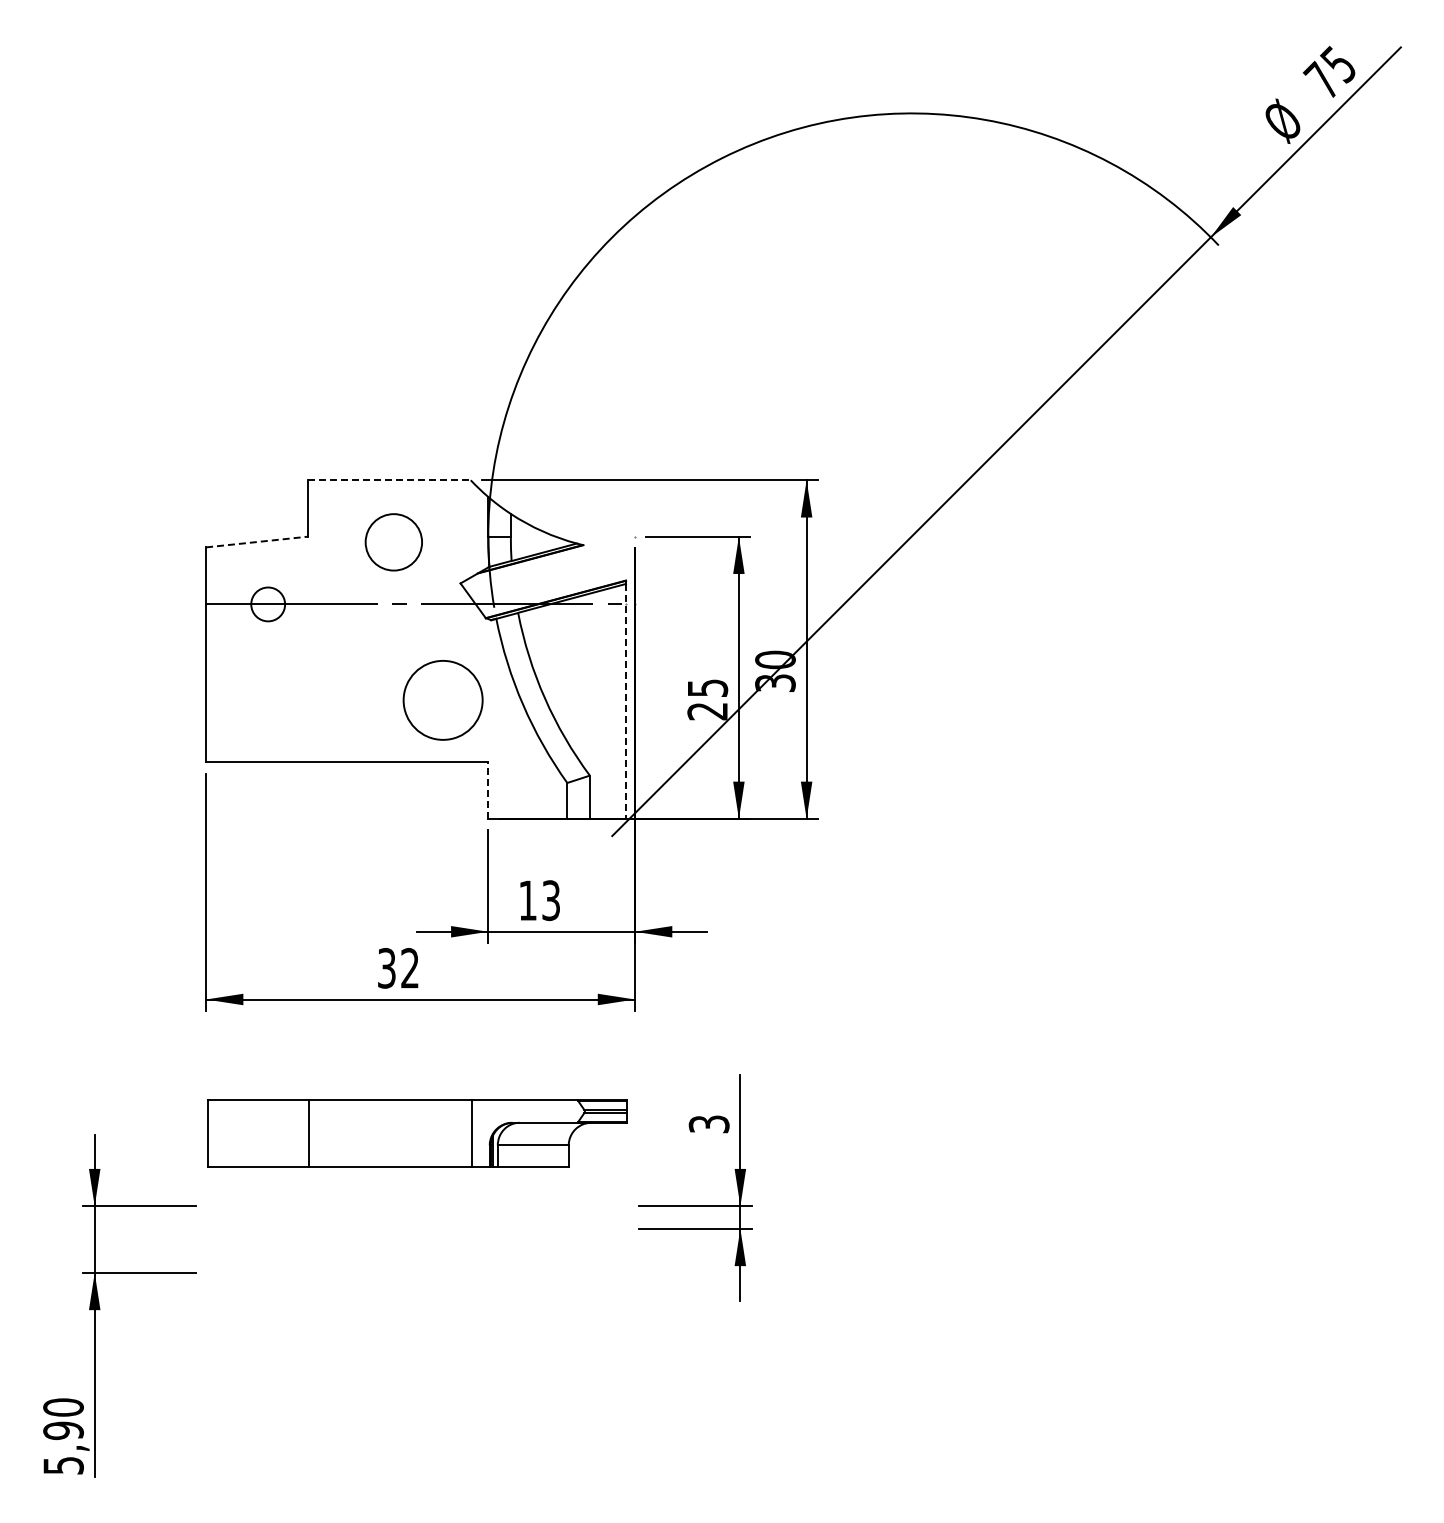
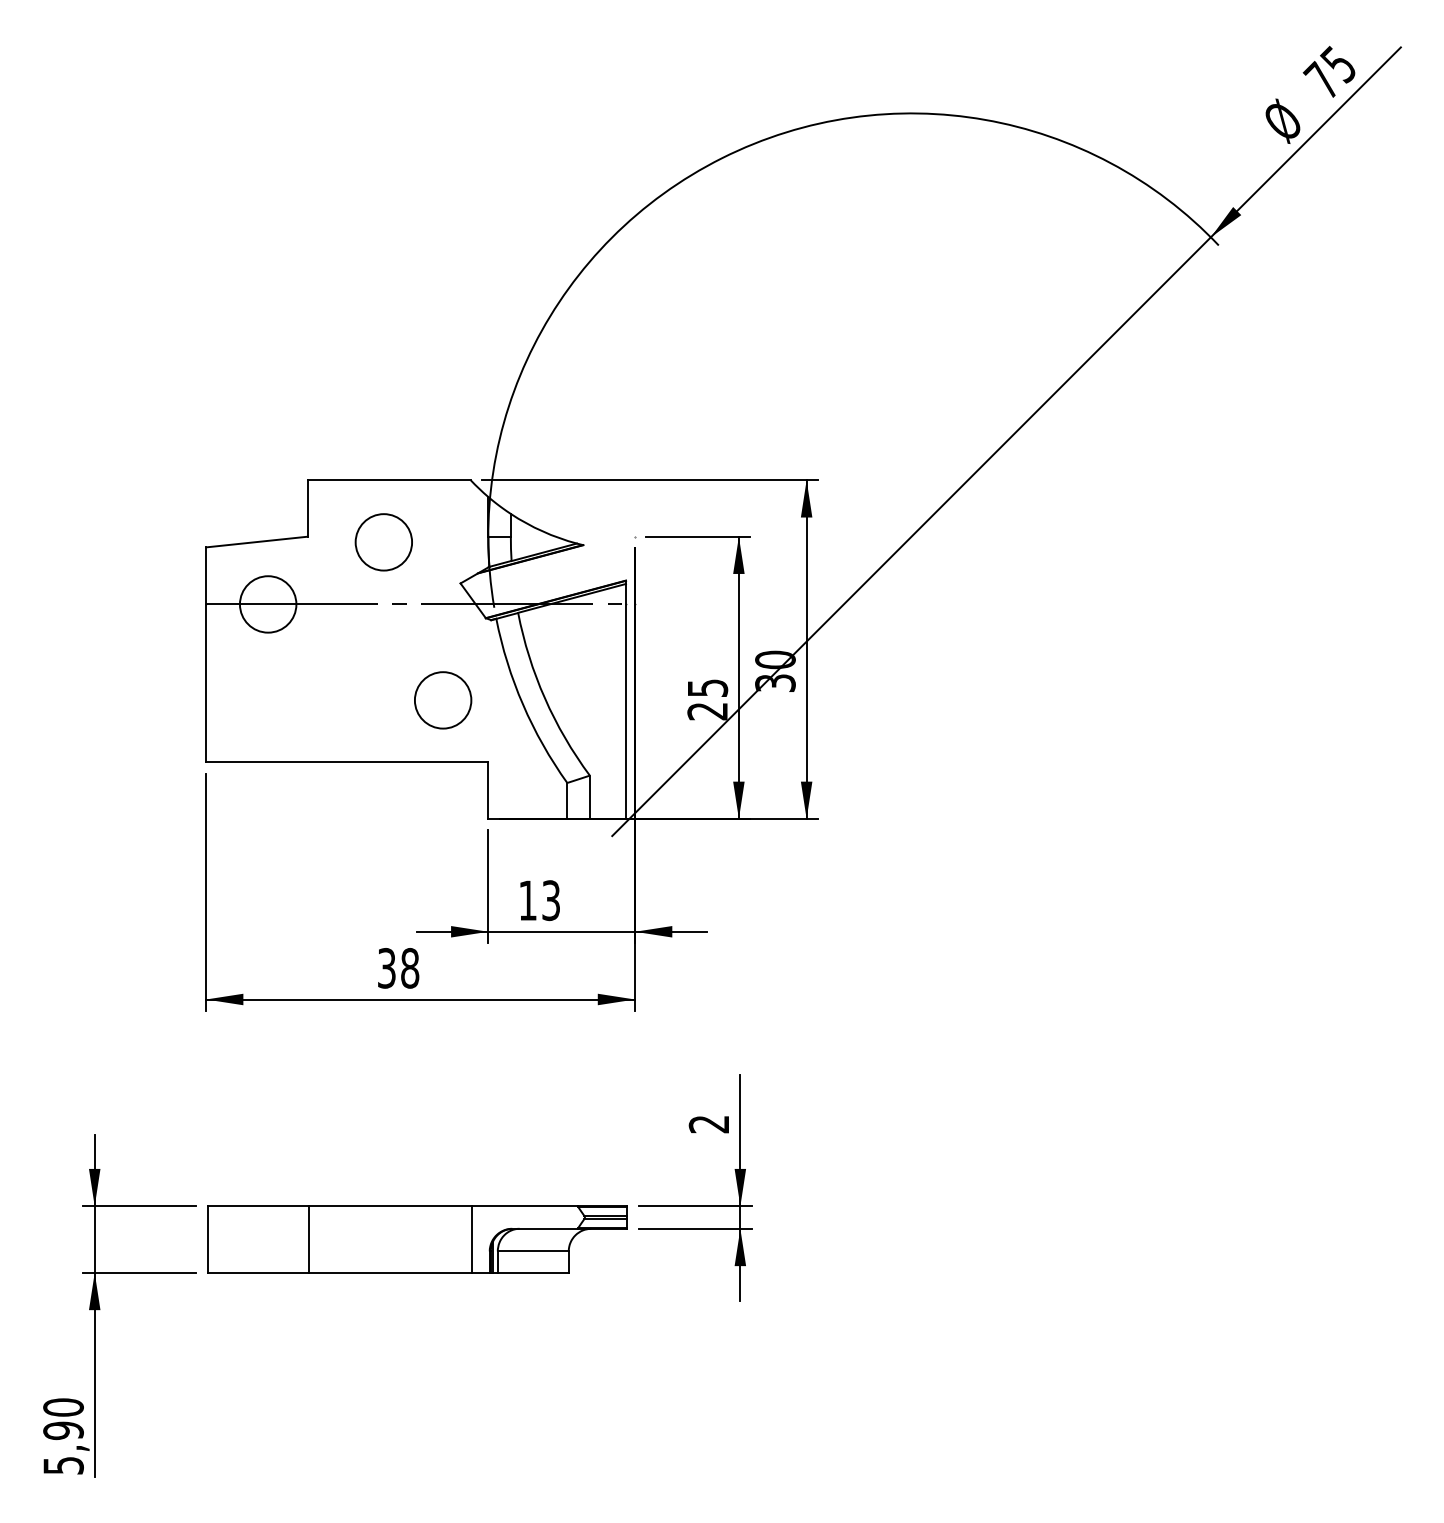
line at (389, 480): dashed -> solid
line at (257, 542): dashed -> solid
circle at (393, 542) position: (393, 542) -> (383, 542)
circle at (268, 604) diameter: 34 px -> 56 px
circle at (442, 699) diameter: 79 px -> 56 px
line at (626, 701): dashed -> solid
line at (488, 790): dashed -> solid
text at (410, 968): 32 -> 38
text at (709, 1124): 3 -> 2
part at (417, 1133) position: (417, 1133) -> (417, 1239)
